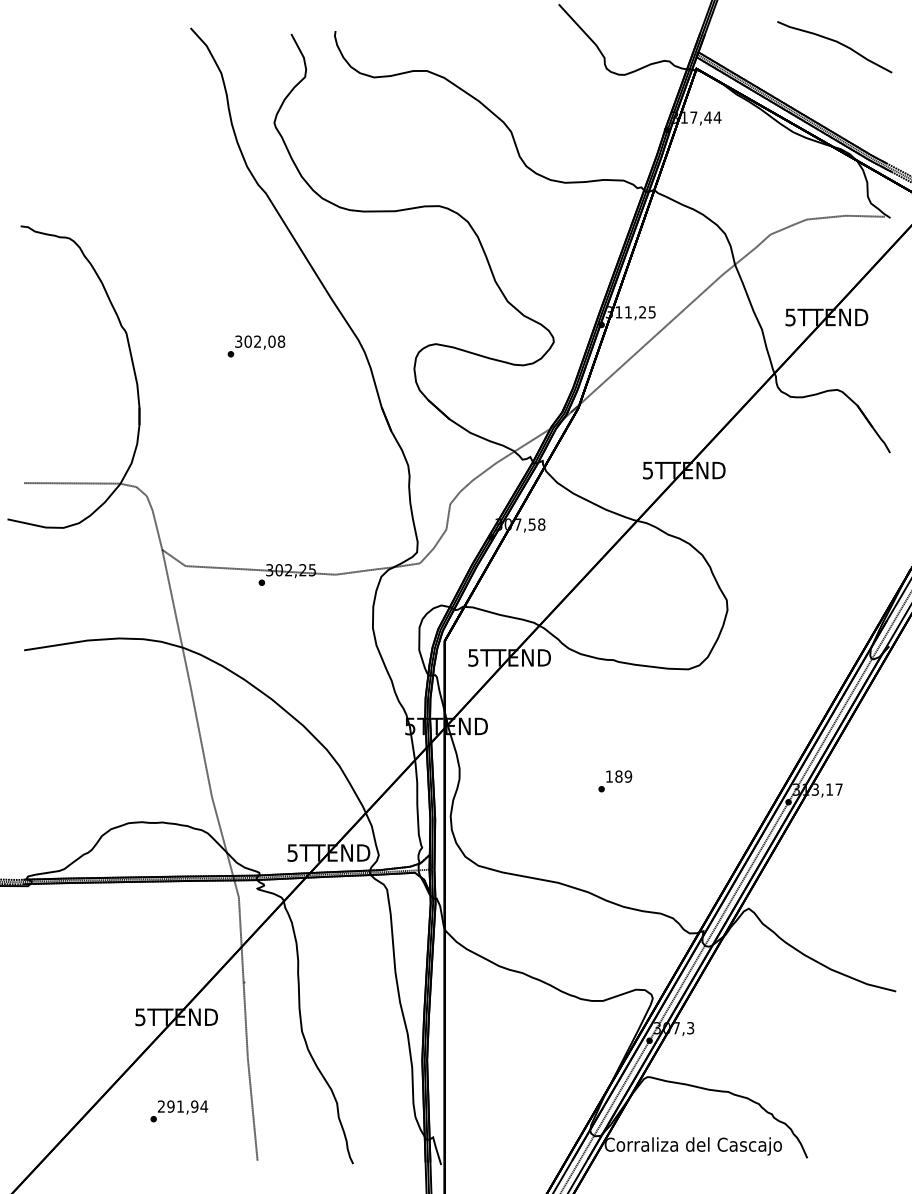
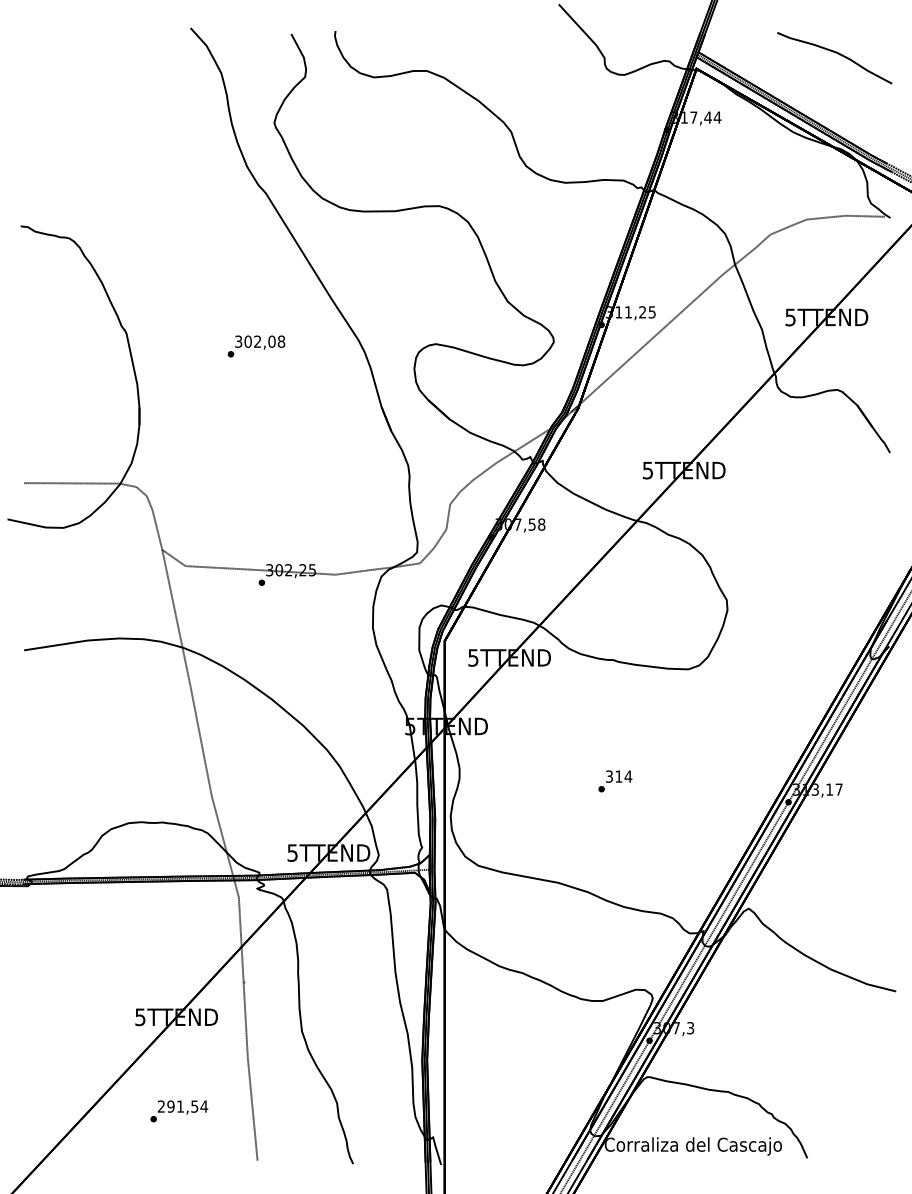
part at (834, 47) position: (834, 47) -> (834, 58)
text at (618, 776): 189 -> 314
text at (194, 1106): 291,94 -> 291,54
